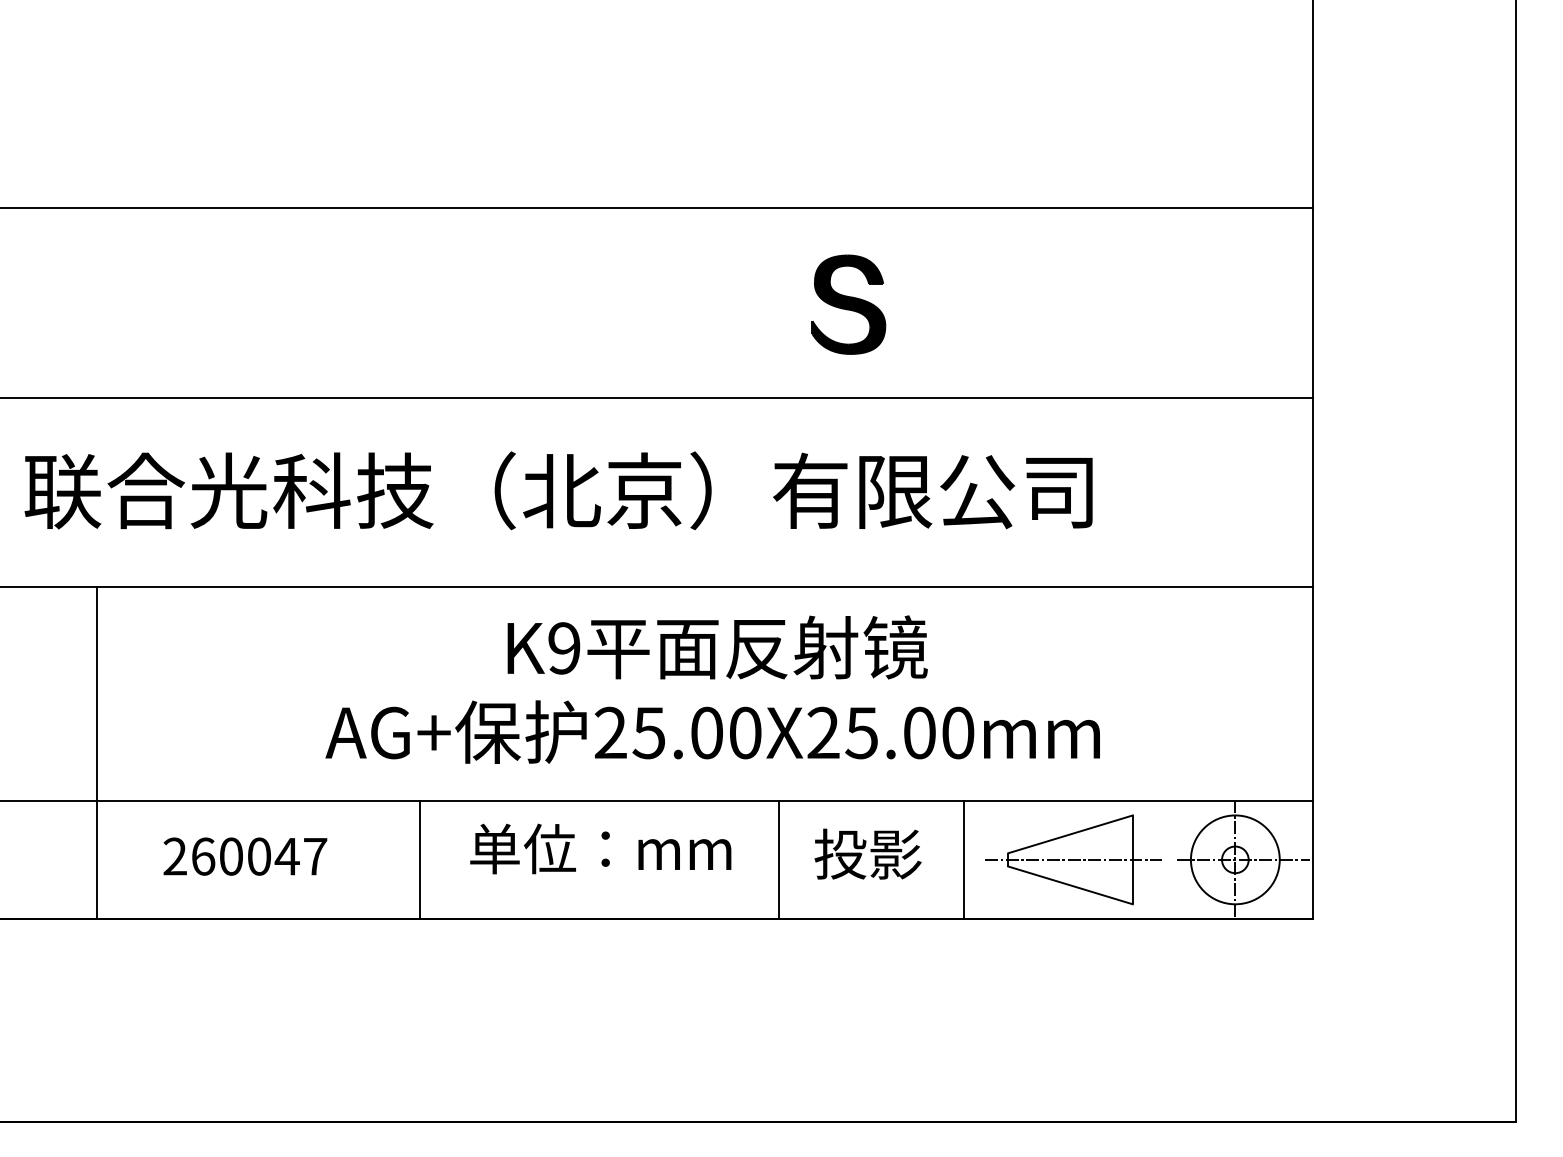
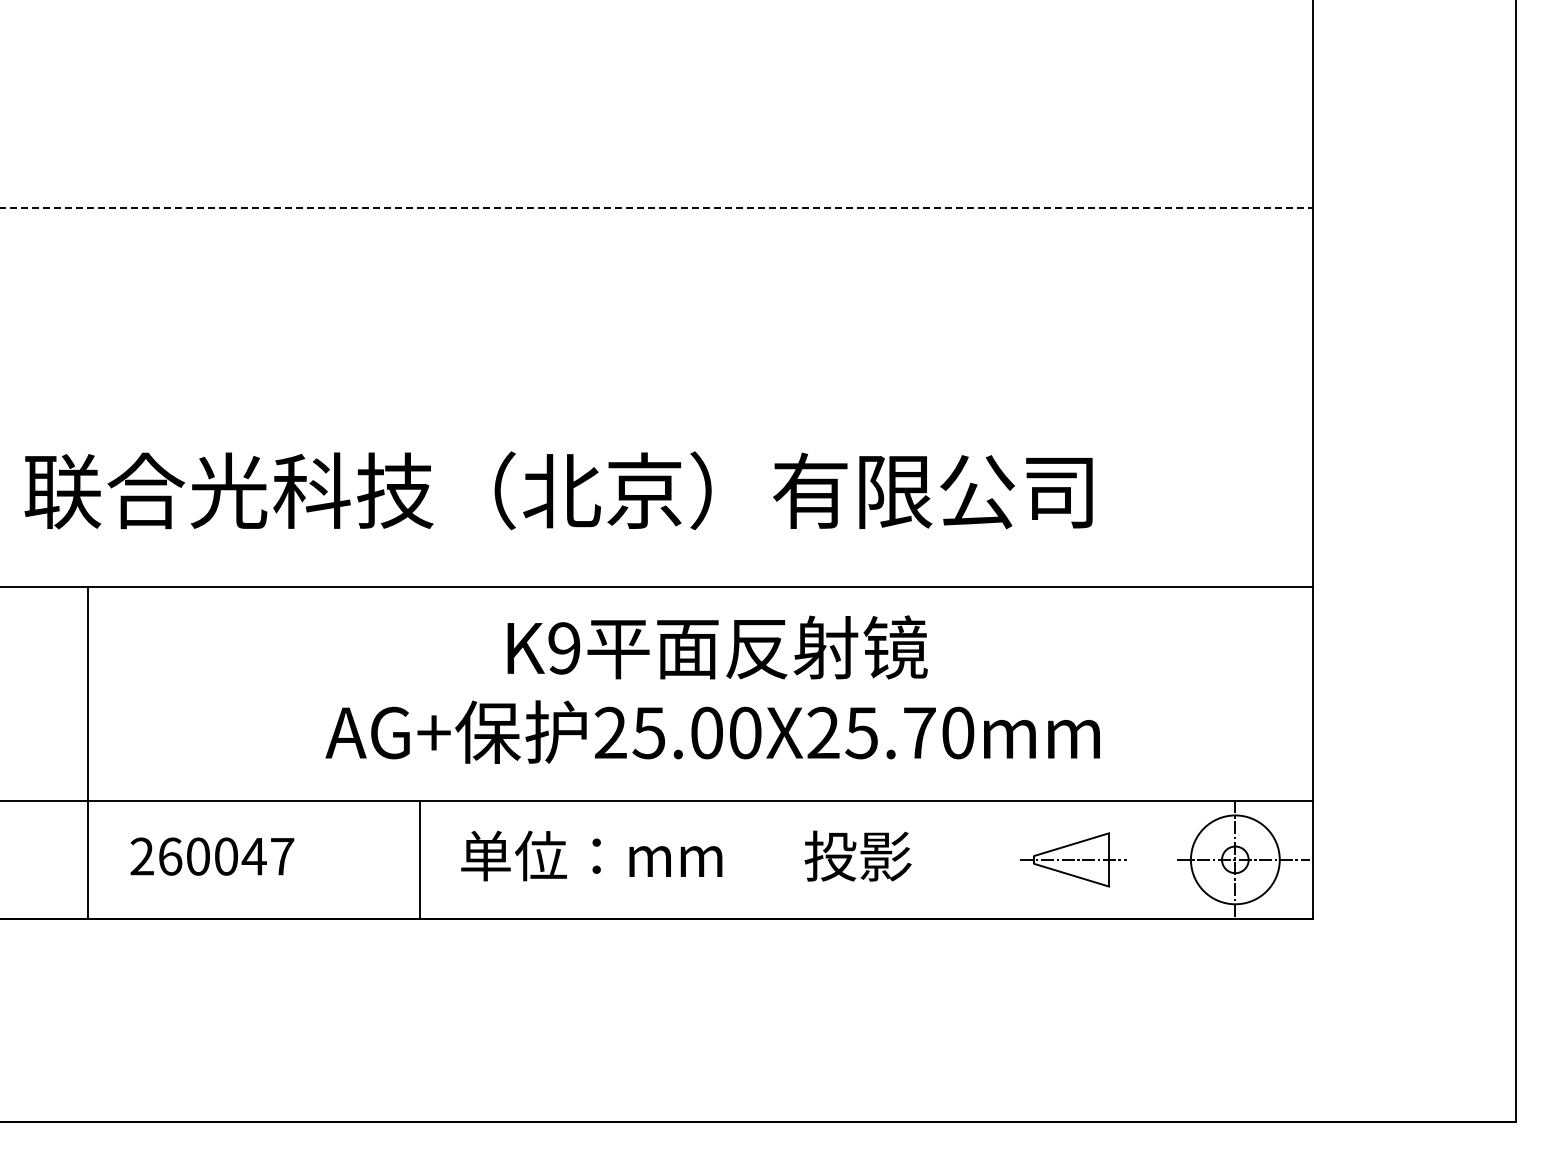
line at (657, 208): solid -> dashed
part at (848, 304): present -> none
line at (657, 397): present -> none
text at (919, 732): 25.00X25.00mm -> 25.00X25.70mm
line at (96, 753) position: (96, 753) -> (87, 753)
text at (600, 848) position: (600, 848) -> (591, 855)
text at (867, 853) position: (867, 853) -> (857, 855)
text at (245, 856) position: (245, 856) -> (212, 856)
line at (778, 859): present -> none
line at (964, 859): present -> none
part at (1073, 859) size: 177x92 px -> 107x56 px
